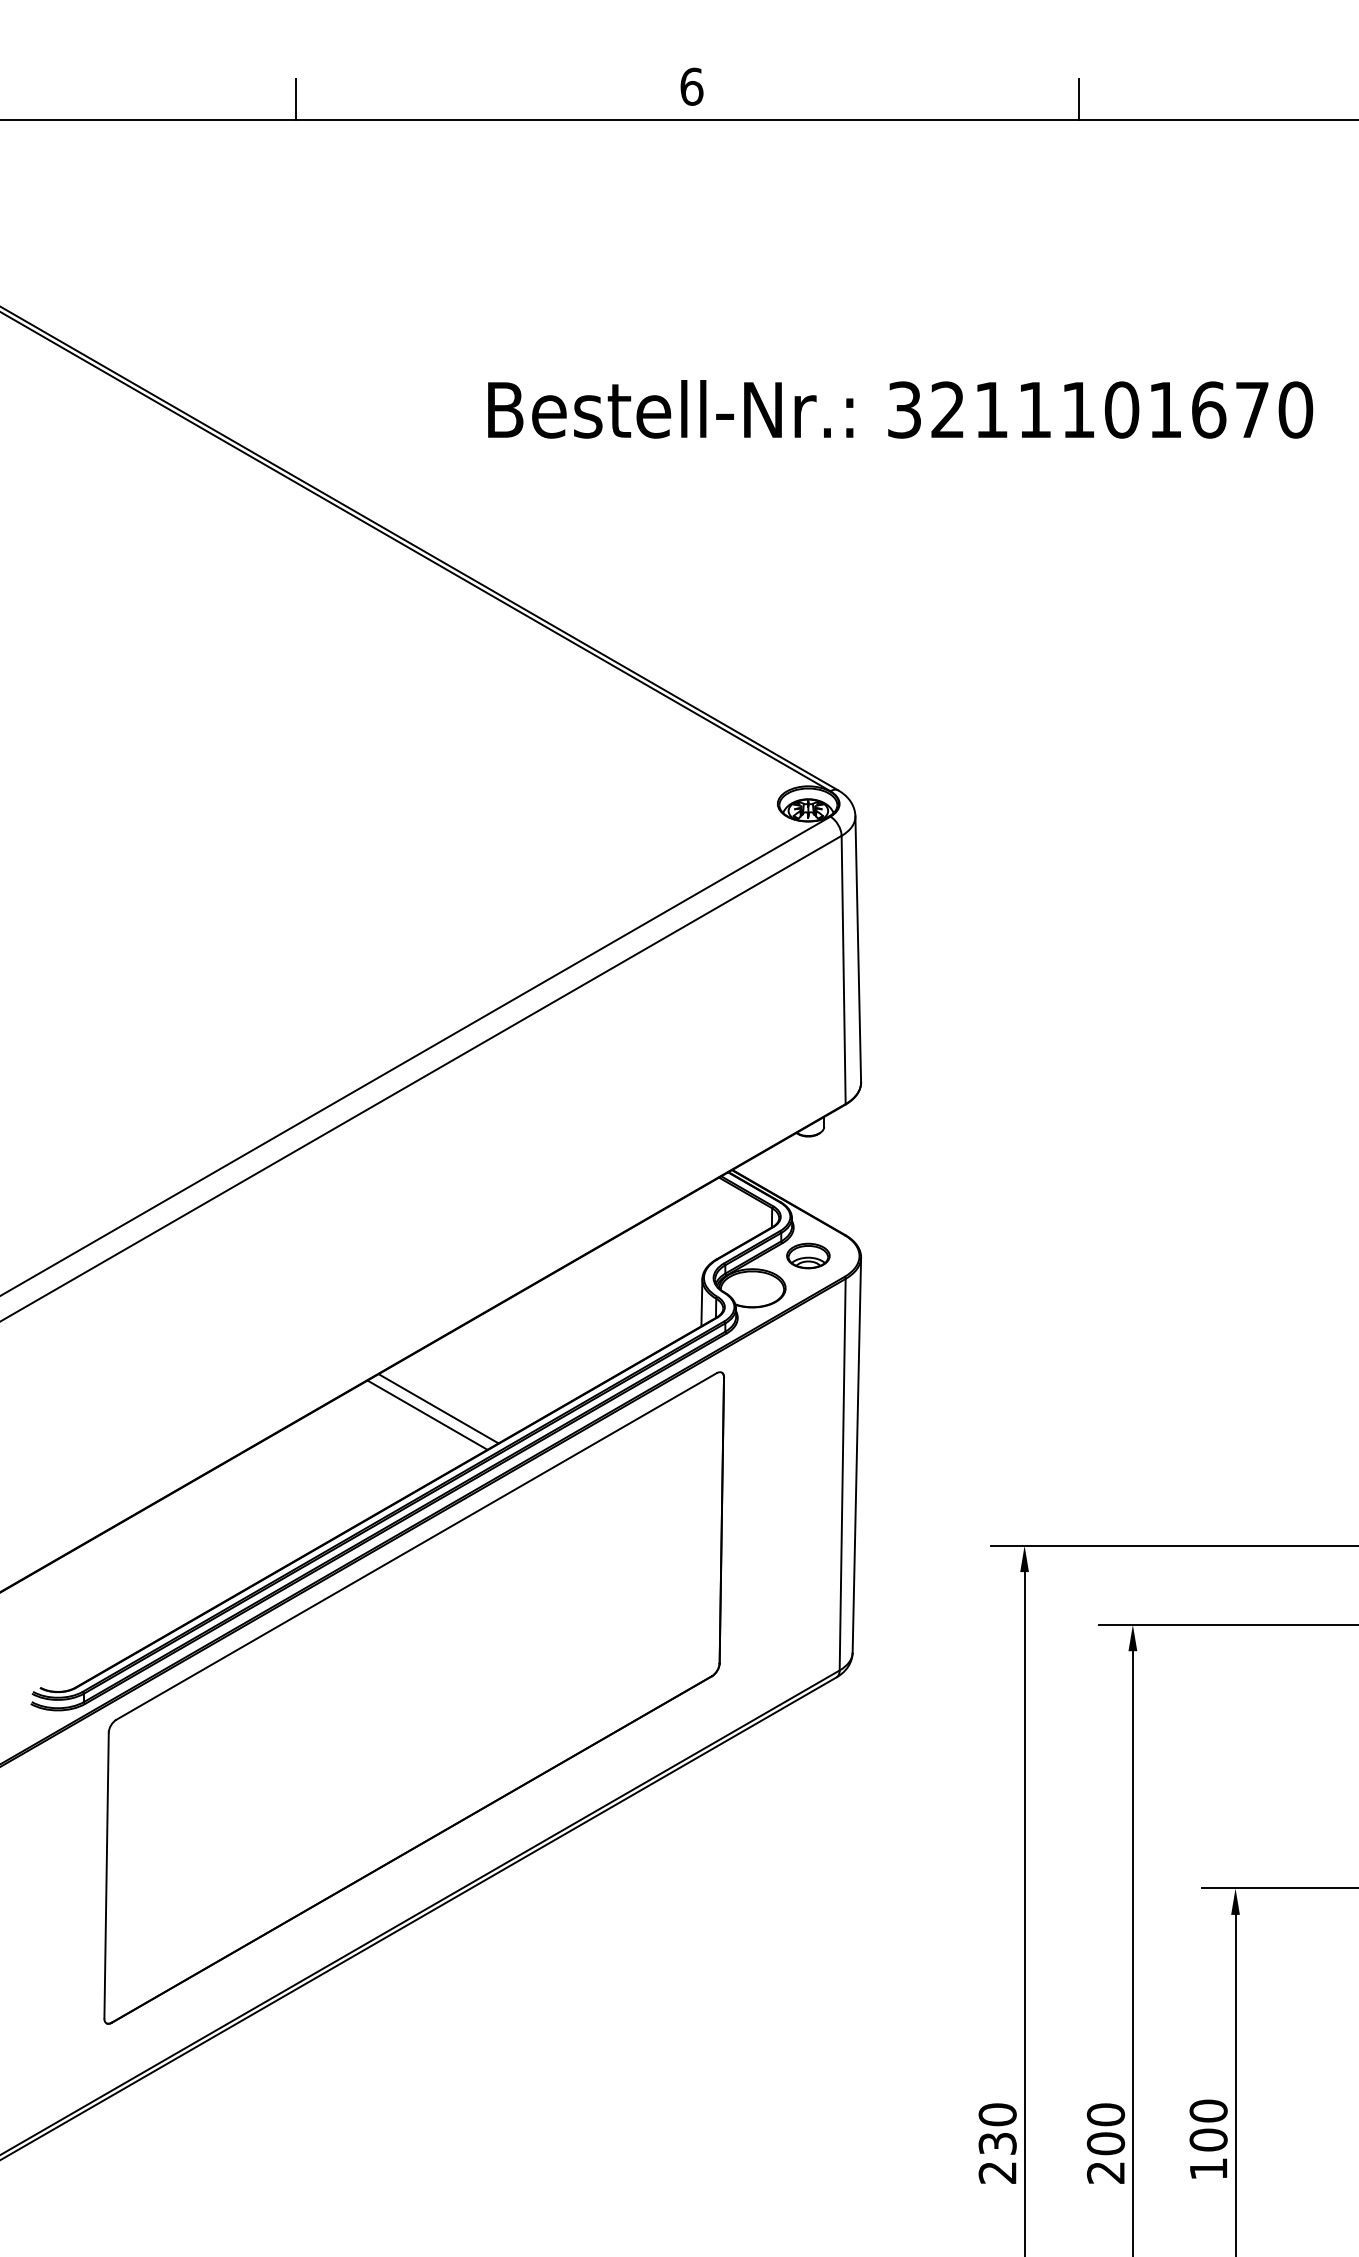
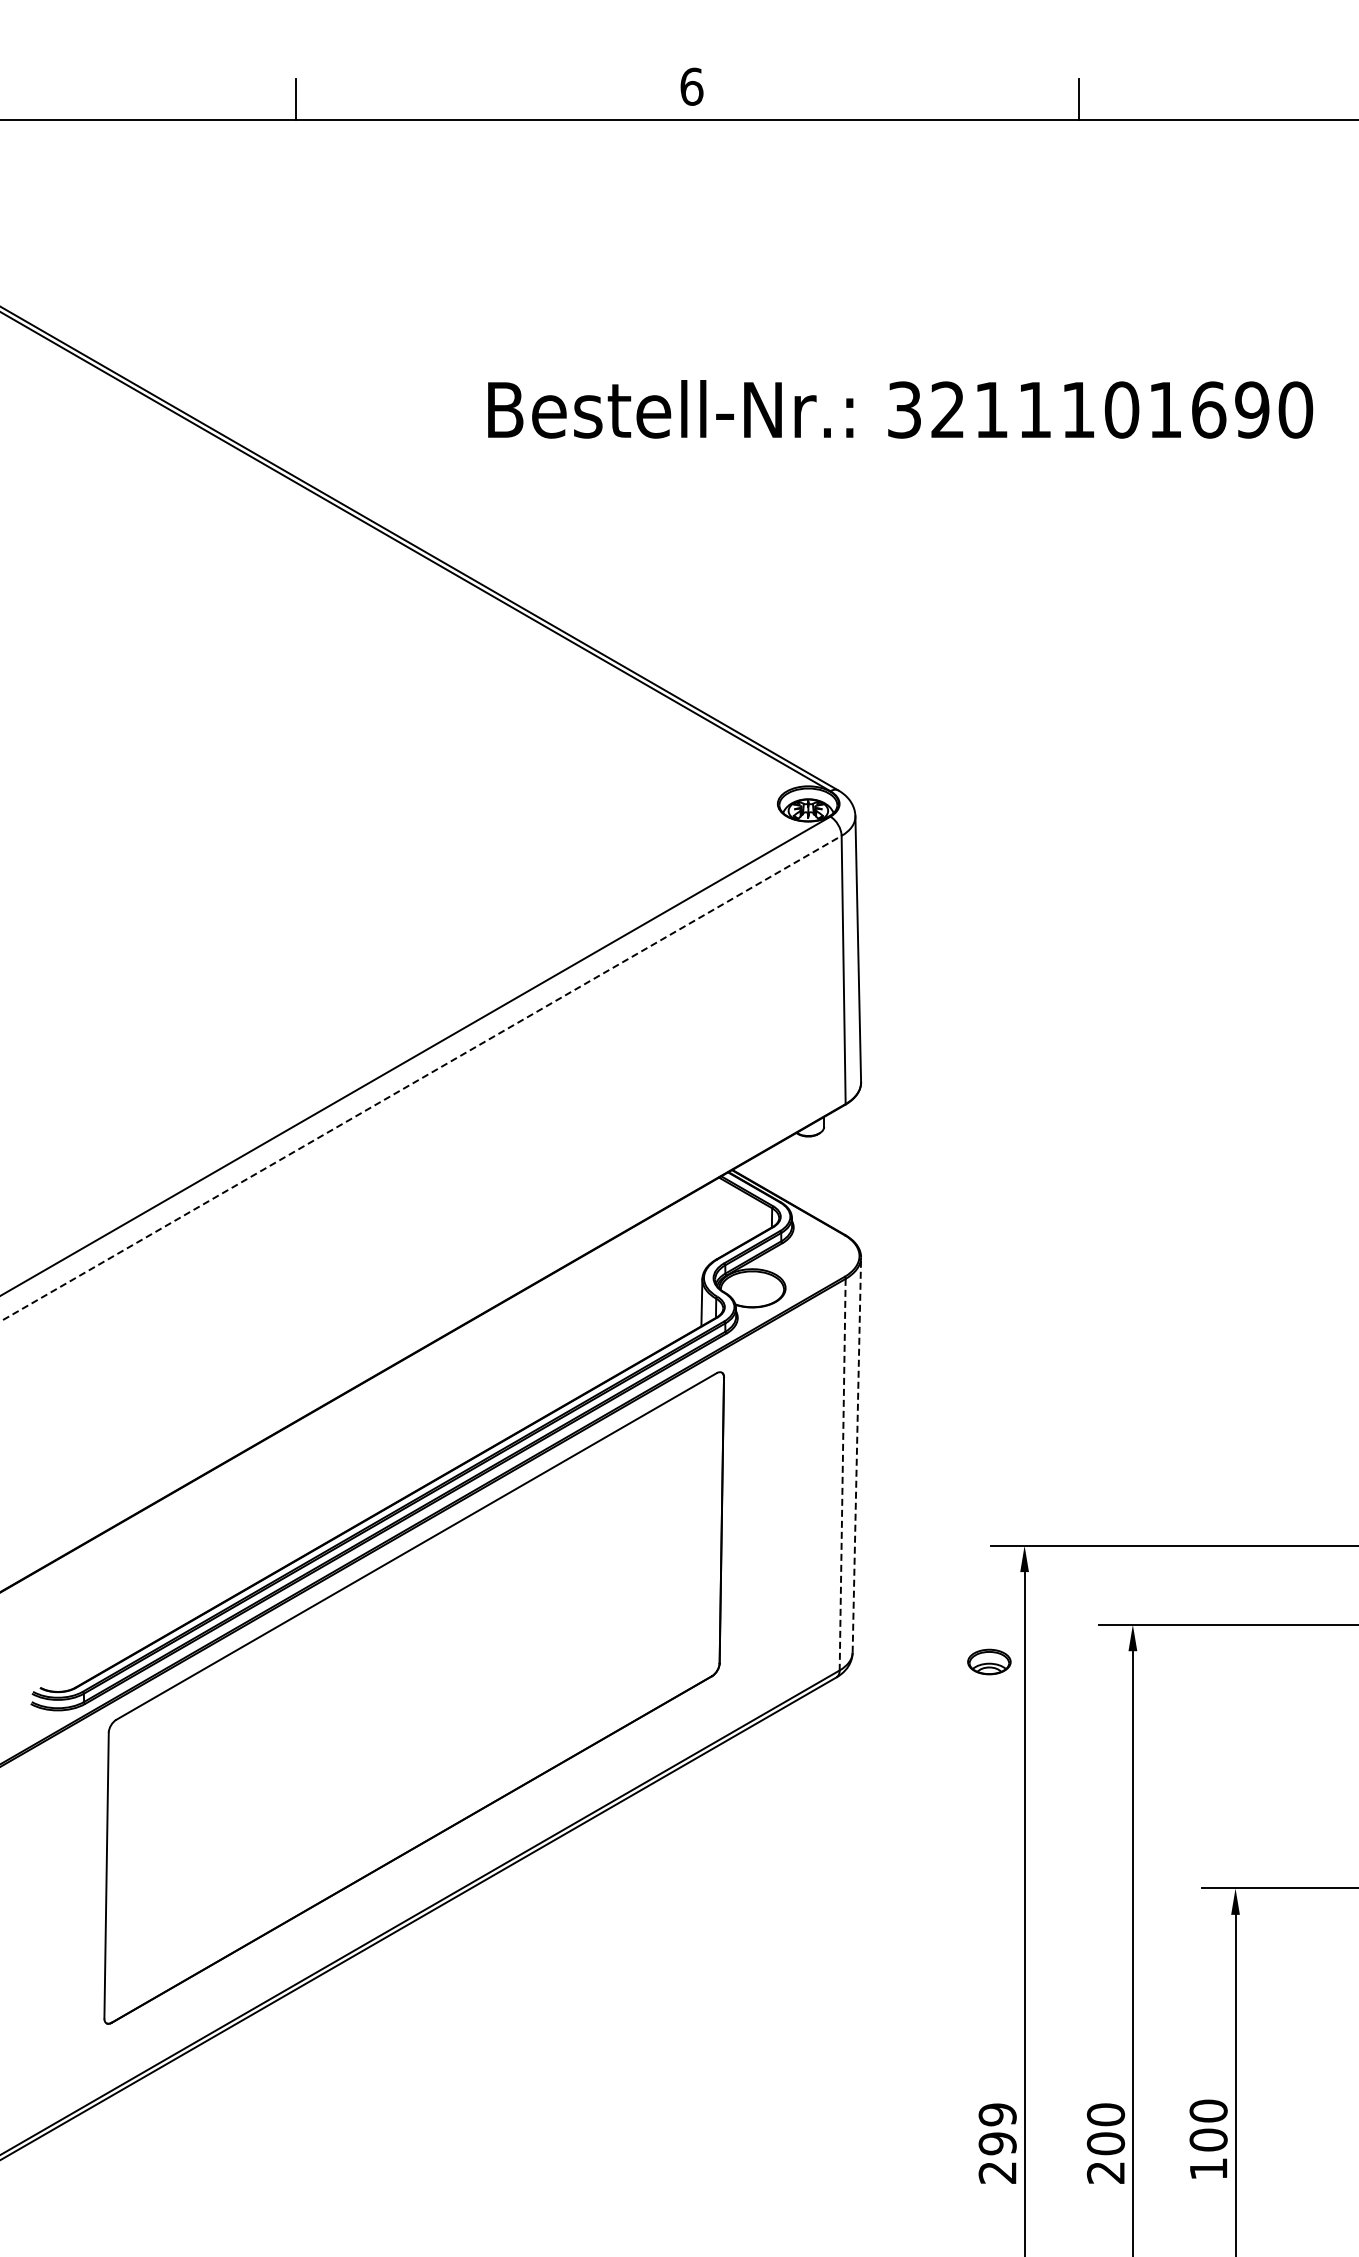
text at (1252, 409): 3211101670 -> 3211101690
line at (421, 1078): solid -> dashed
part at (808, 1255) position: (808, 1255) -> (989, 1661)
line at (438, 1408): present -> none
line at (427, 1414): present -> none
line at (856, 1455): solid -> dashed
line at (842, 1474): solid -> dashed
text at (997, 2129): 230 -> 299
